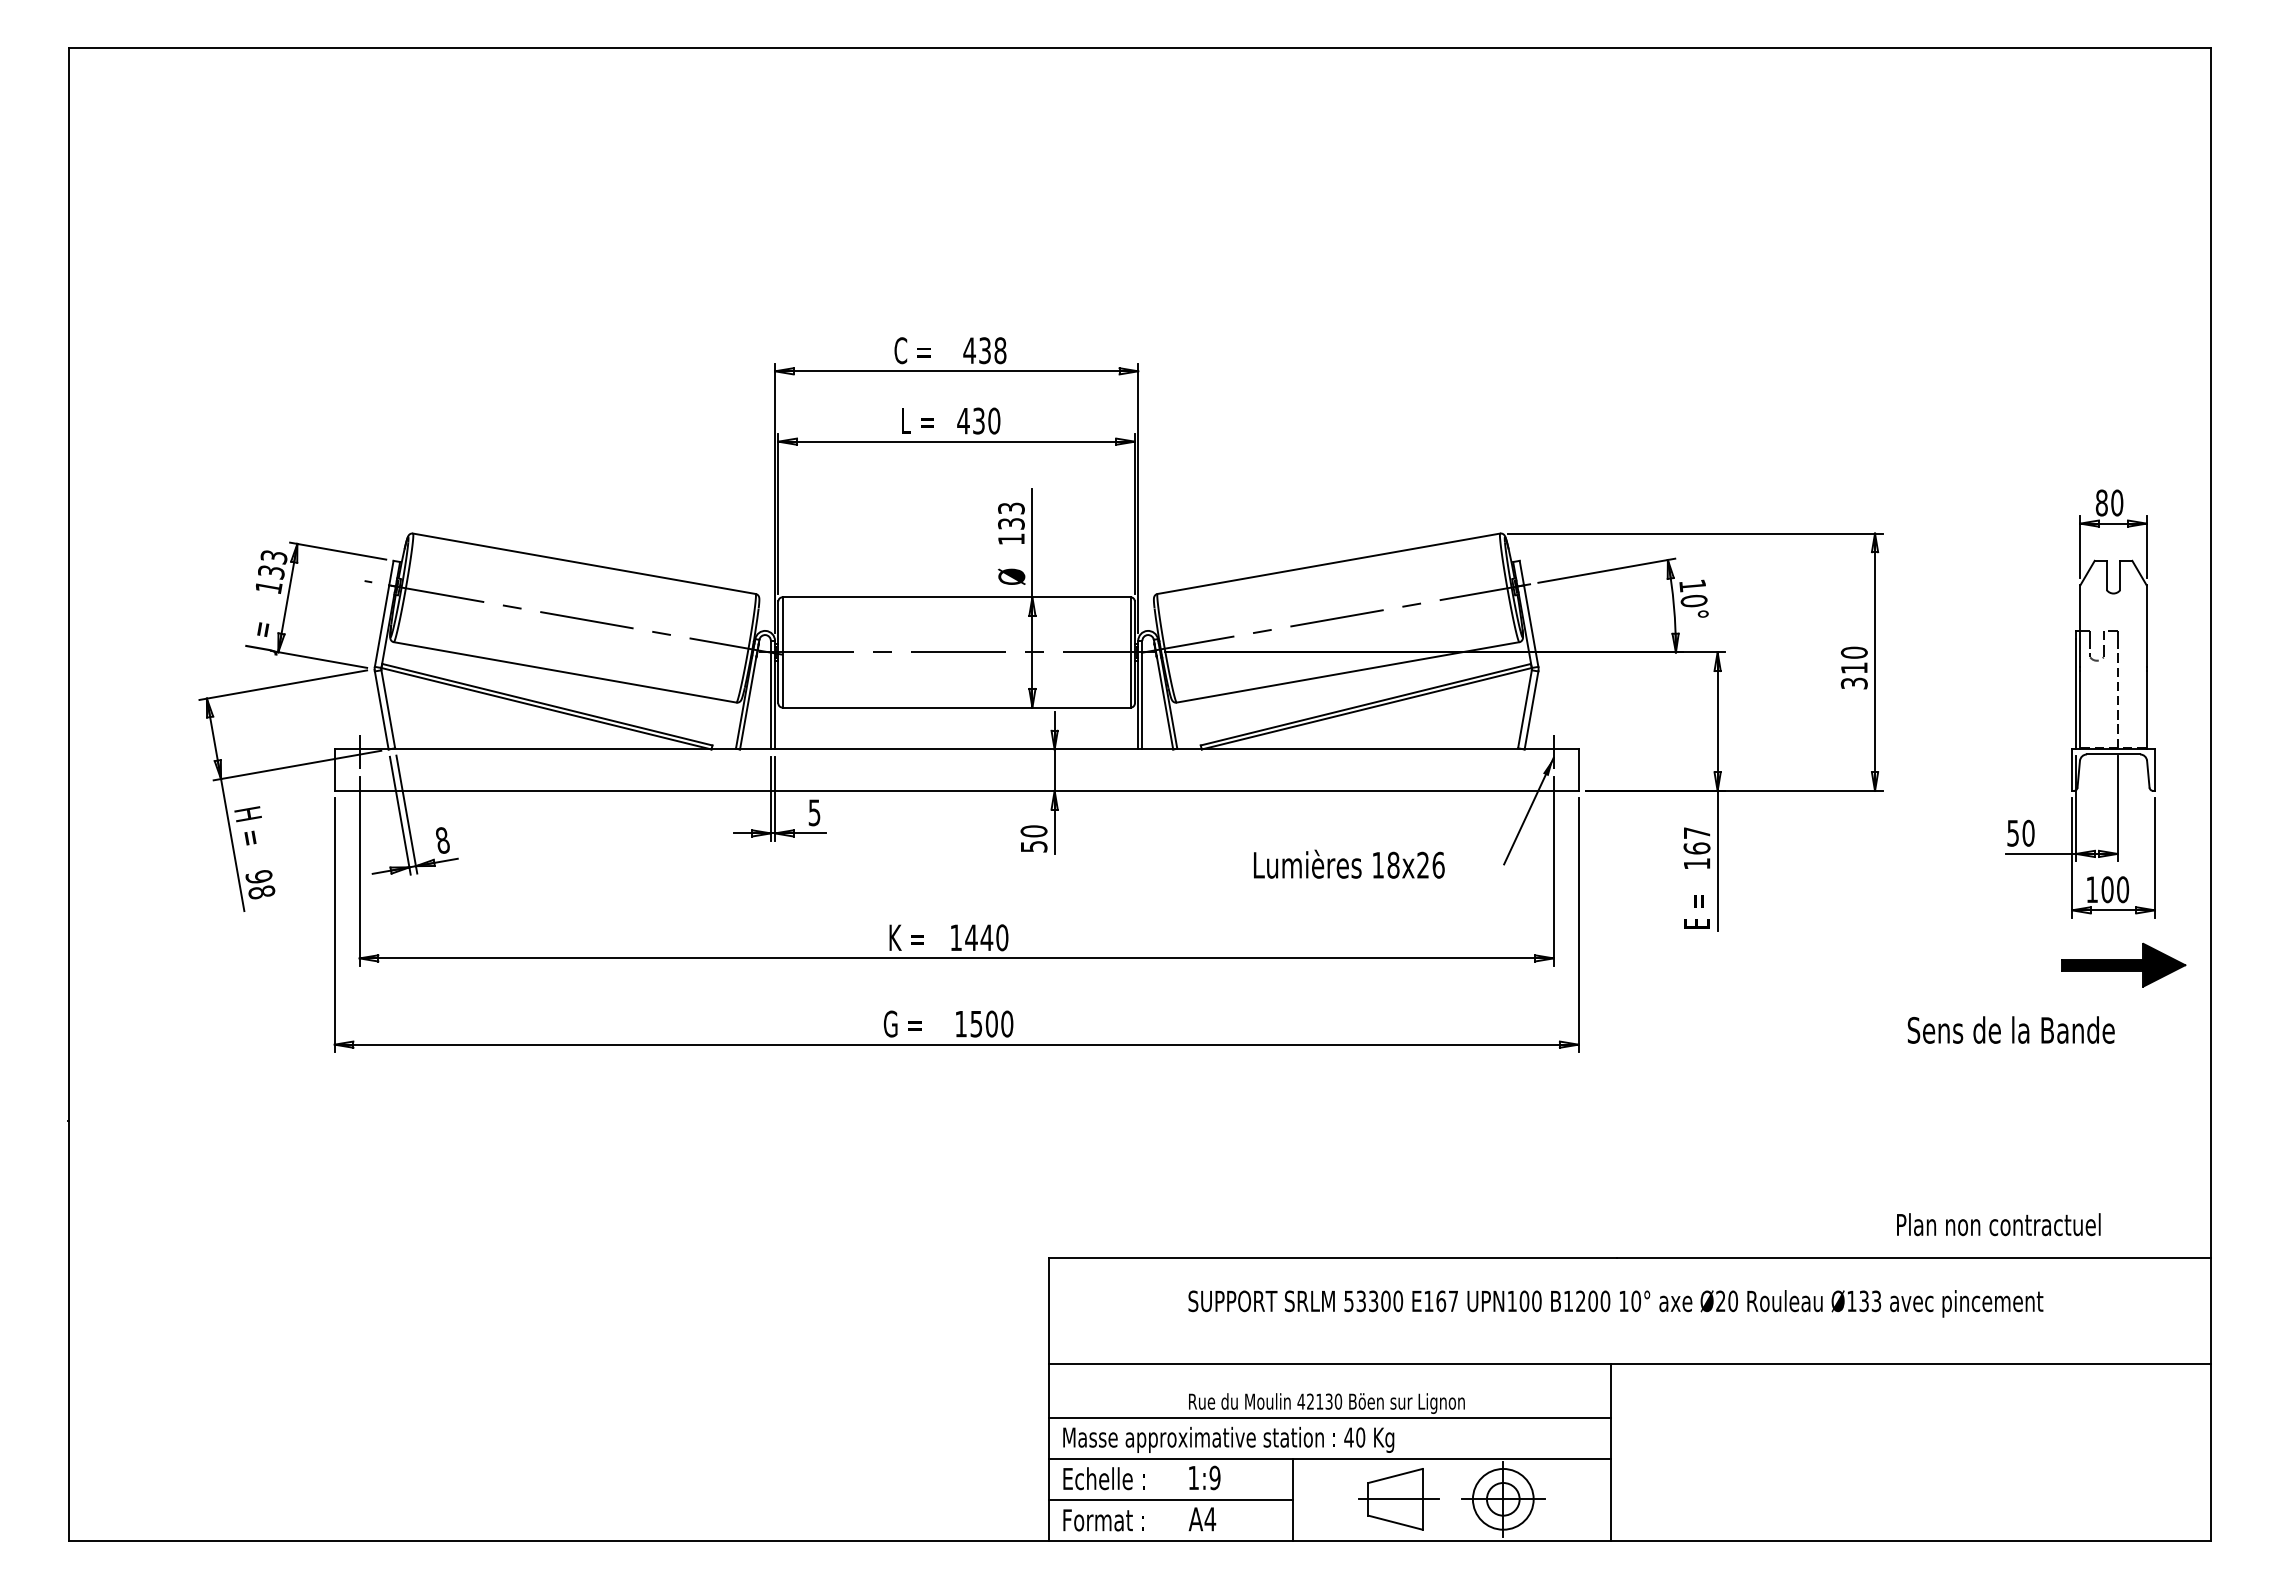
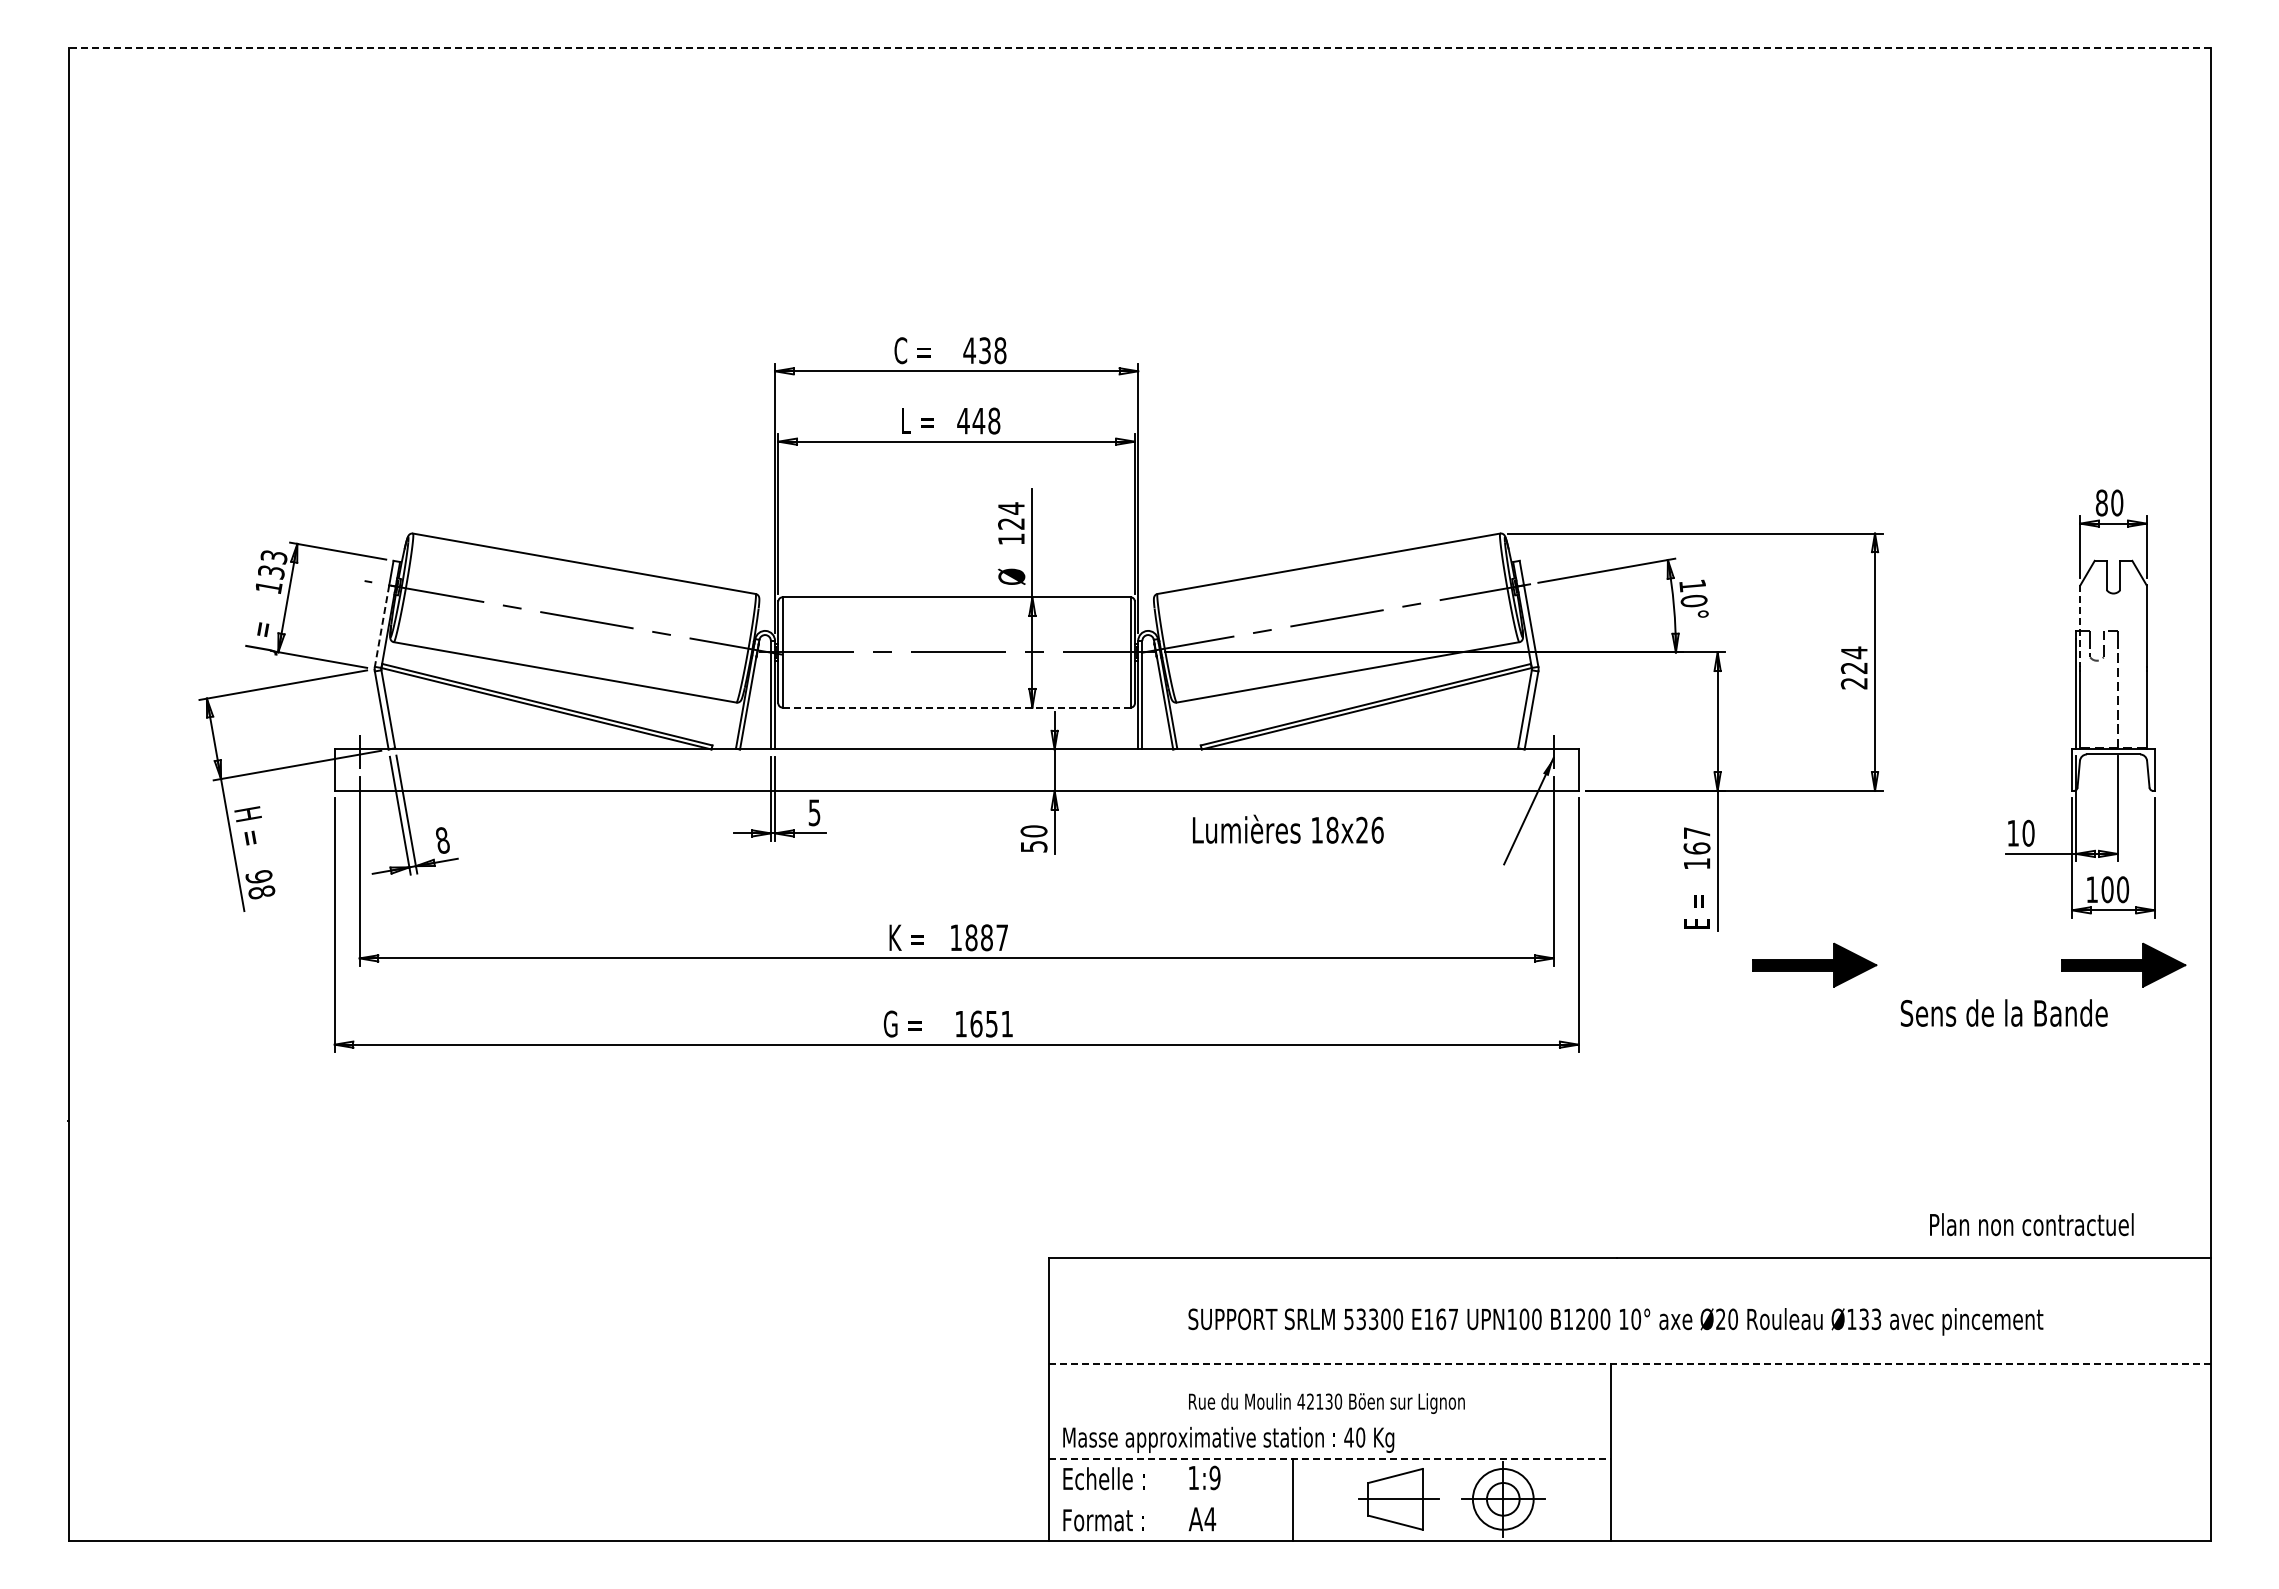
line at (1139, 47): solid -> dashed
text at (986, 420): 430 -> 448
text at (1011, 515): 133 -> 124
line at (381, 626): solid -> dashed
line at (2080, 626): solid -> dashed
text at (1853, 667): 310 -> 224
line at (957, 707): solid -> dashed
text at (2012, 833): 50 -> 10
text at (1349, 863) position: (1349, 863) -> (1288, 828)
text at (986, 937): 1440 -> 1887
part at (1814, 964): none -> present
text at (991, 1023): 1500 -> 1651
text at (2010, 1029) position: (2010, 1029) -> (2003, 1012)
text at (1998, 1224) position: (1998, 1224) -> (2031, 1224)
text at (1615, 1303) position: (1615, 1303) -> (1615, 1321)
line at (1629, 1363): solid -> dashed
line at (1330, 1418): present -> none
line at (1330, 1459): solid -> dashed
line at (1170, 1500): present -> none
